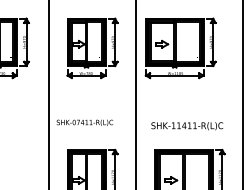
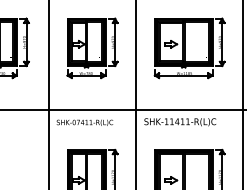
part at (180, 48) position: (180, 48) -> (189, 48)
line at (122, 110): none -> present
text at (187, 126) position: (187, 126) -> (180, 122)
